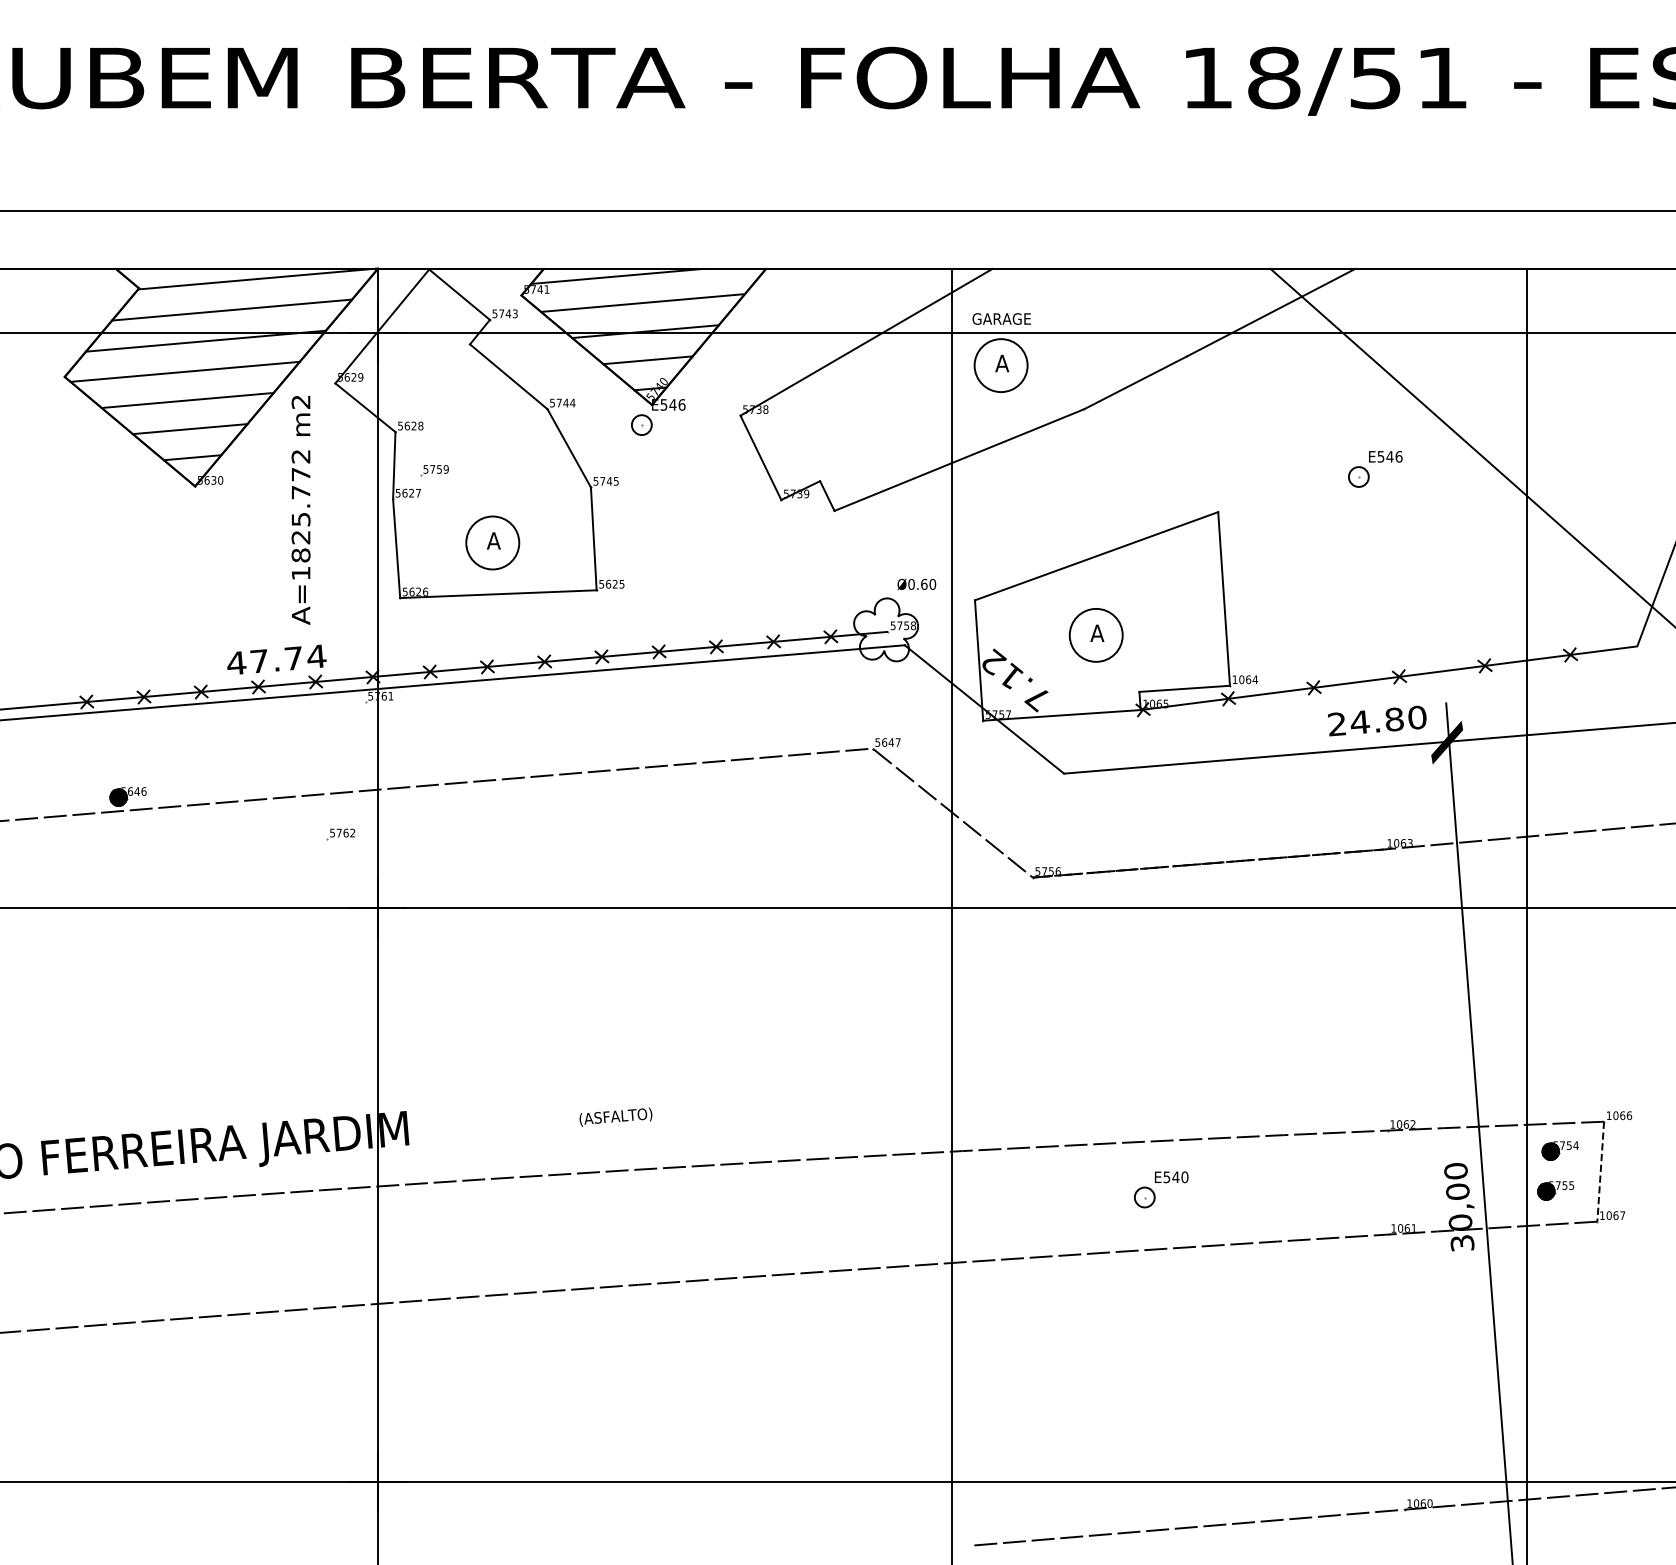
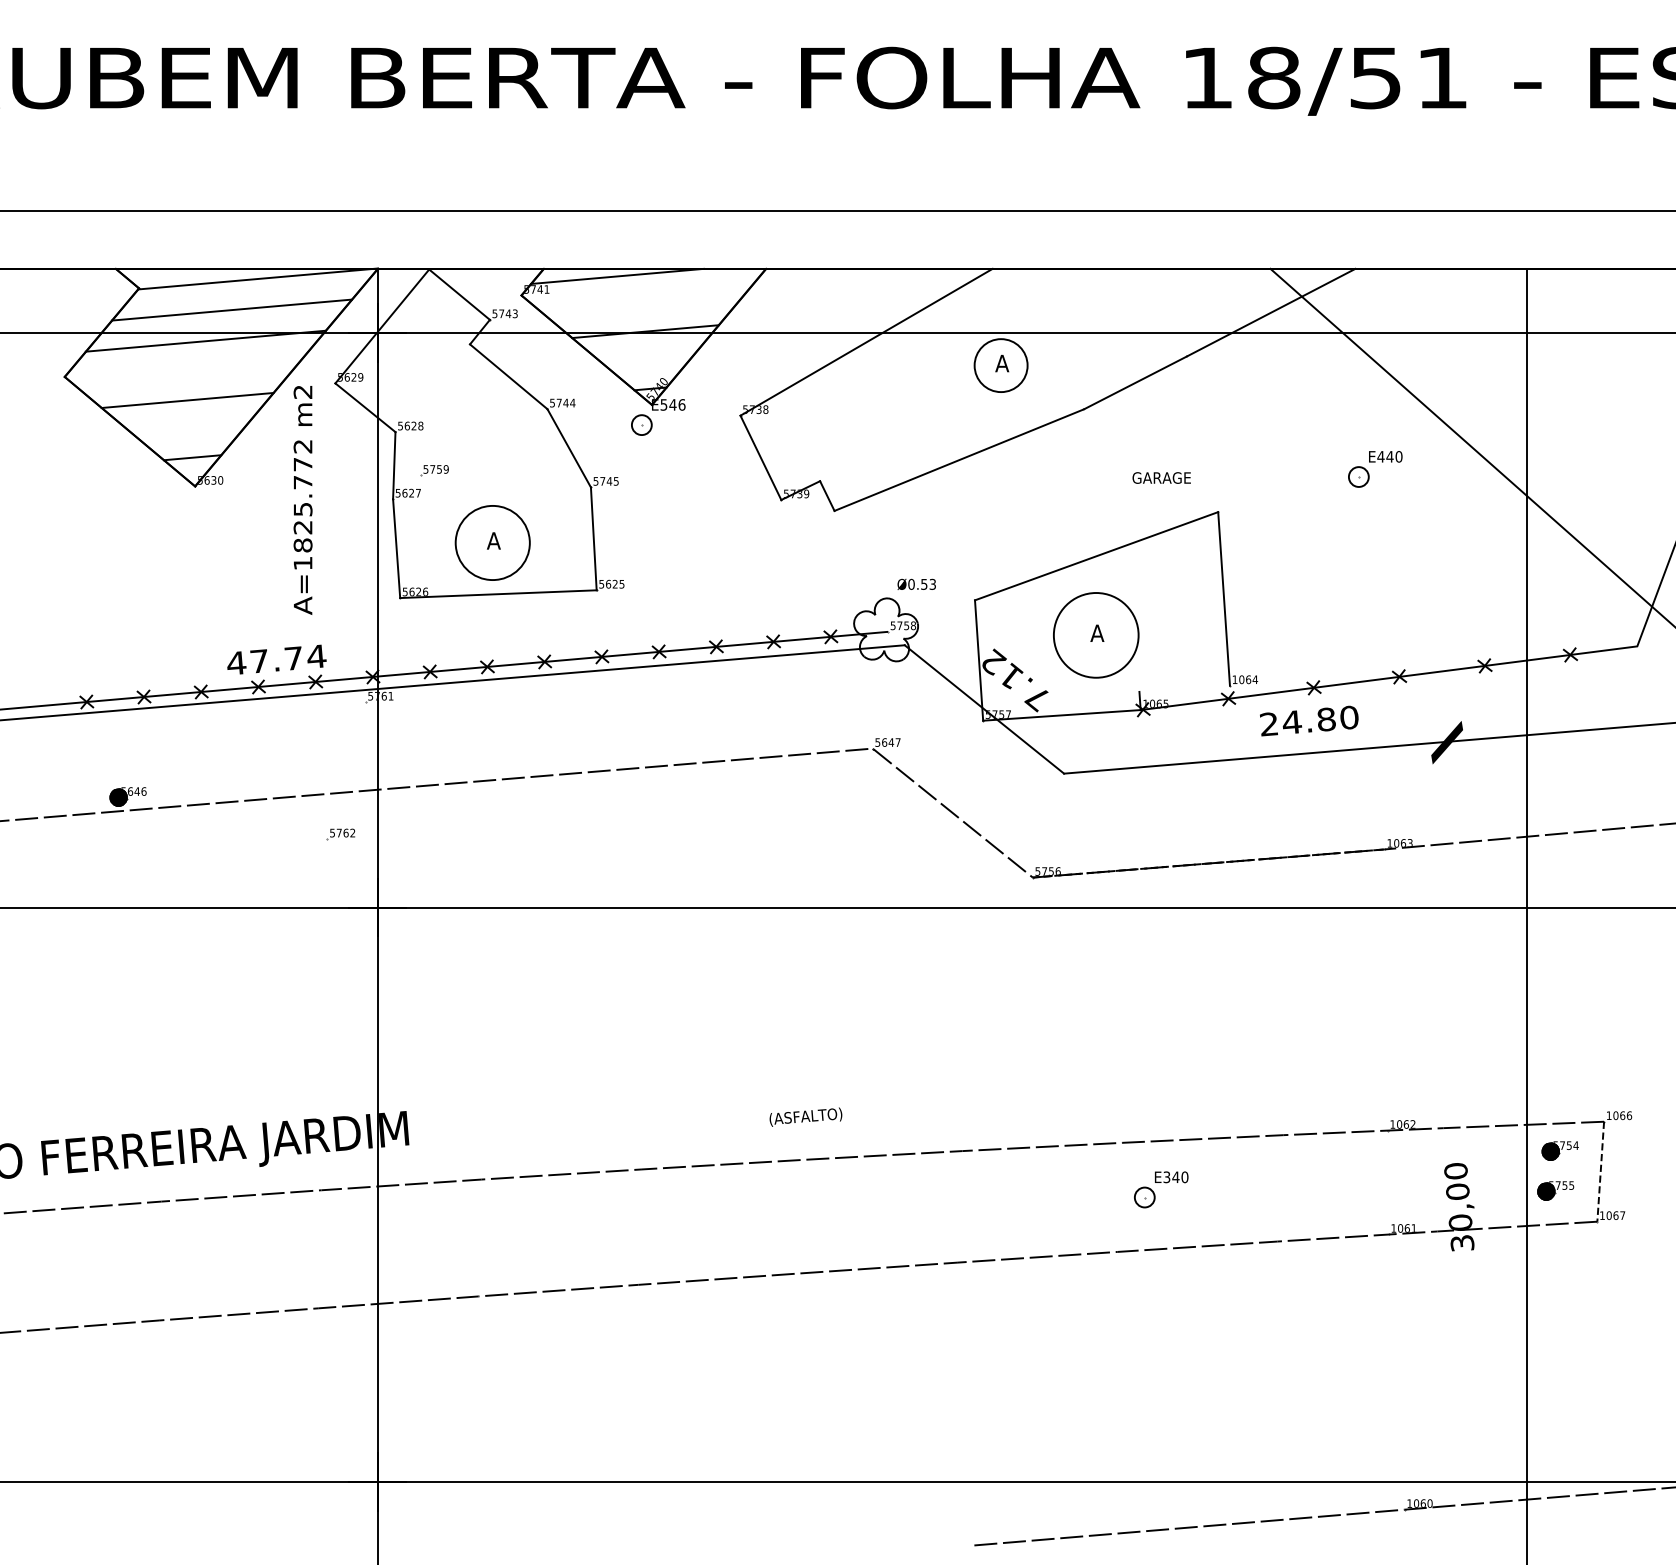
line at (642, 302): present -> none
text at (1001, 318) position: (1001, 318) -> (1161, 477)
line at (647, 360): present -> none
line at (184, 371): present -> none
line at (189, 429): present -> none
text at (1389, 456): E546 -> E440
text at (300, 510) position: (300, 510) -> (302, 500)
circle at (492, 542) diameter: 53 px -> 74 px
text at (928, 583): Ø0.60 -> Ø0.53
circle at (1095, 634) diameter: 53 px -> 85 px
line at (1184, 688): present -> none
text at (1377, 720) position: (1377, 720) -> (1309, 720)
line at (952, 914): present -> none
text at (615, 1116) position: (615, 1116) -> (805, 1116)
line at (1479, 1132): present -> none
text at (1166, 1176): E540 -> E340
